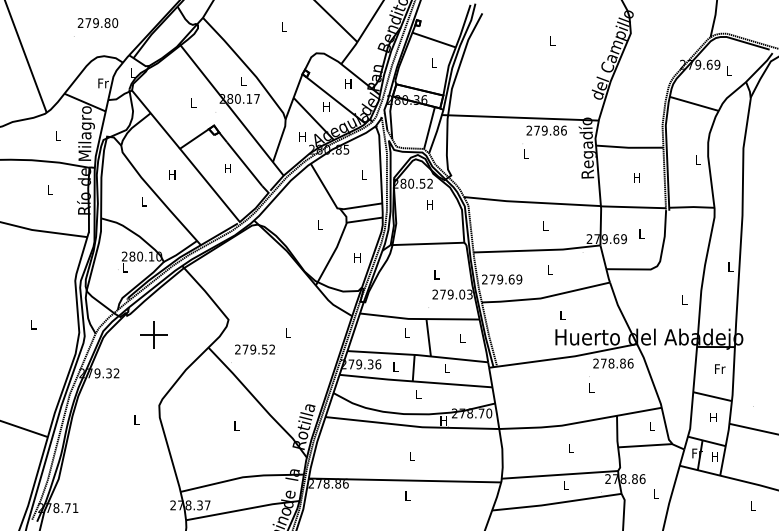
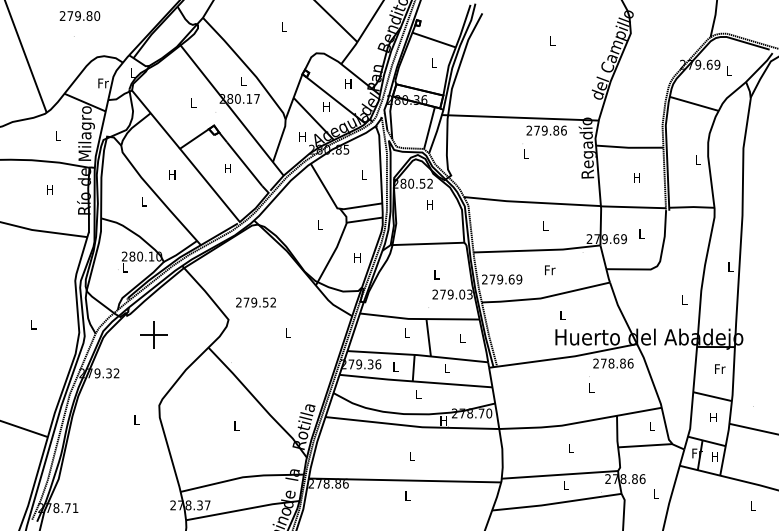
text at (97, 23) position: (97, 23) -> (79, 16)
text at (49, 189): L -> H
text at (550, 270): L -> Fr
text at (254, 349) position: (254, 349) -> (255, 302)
